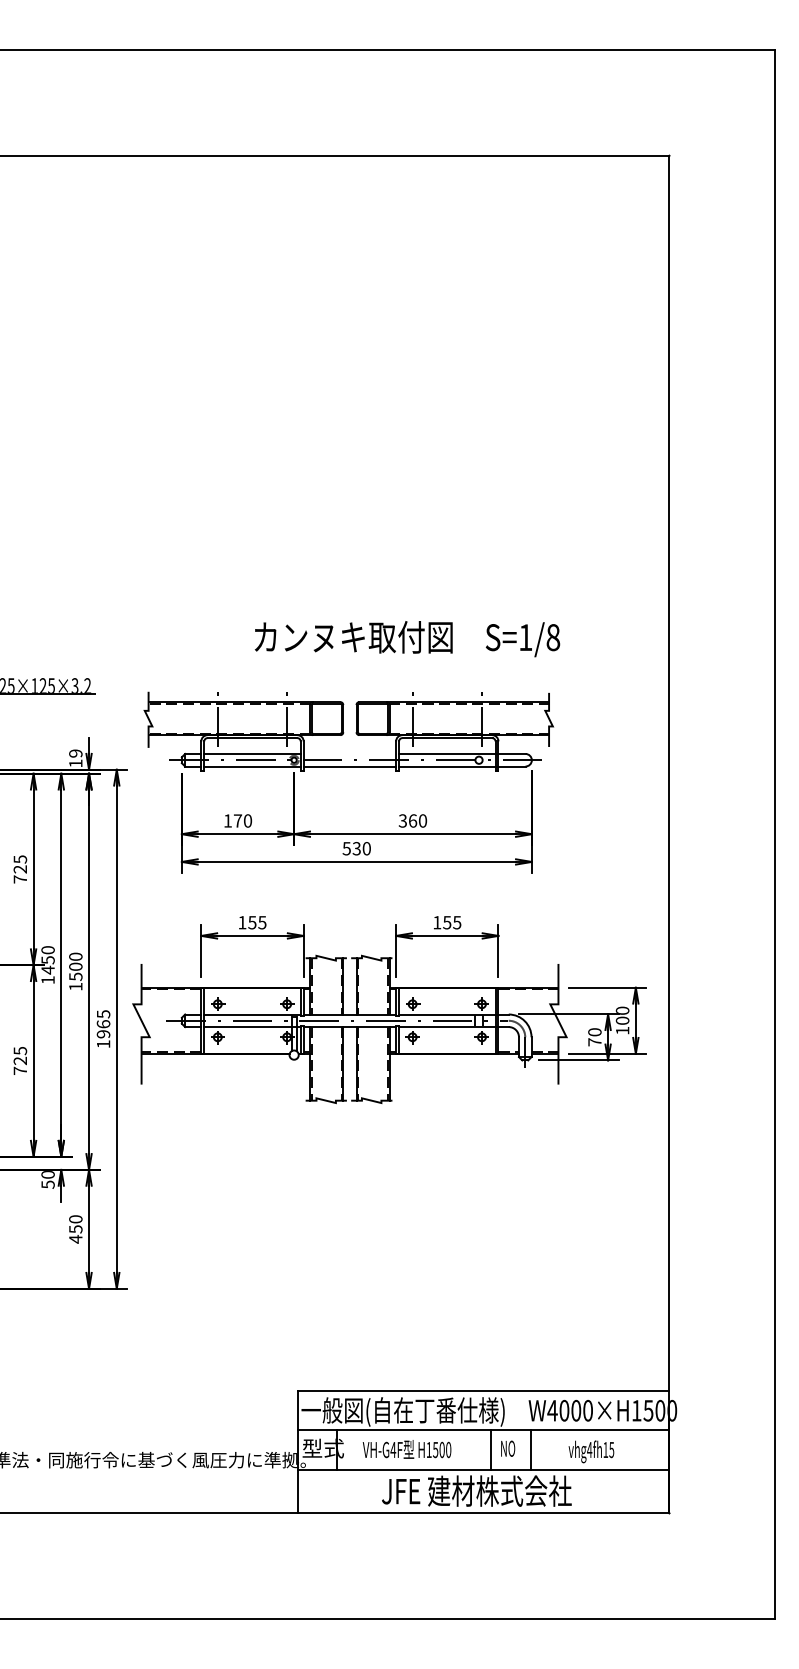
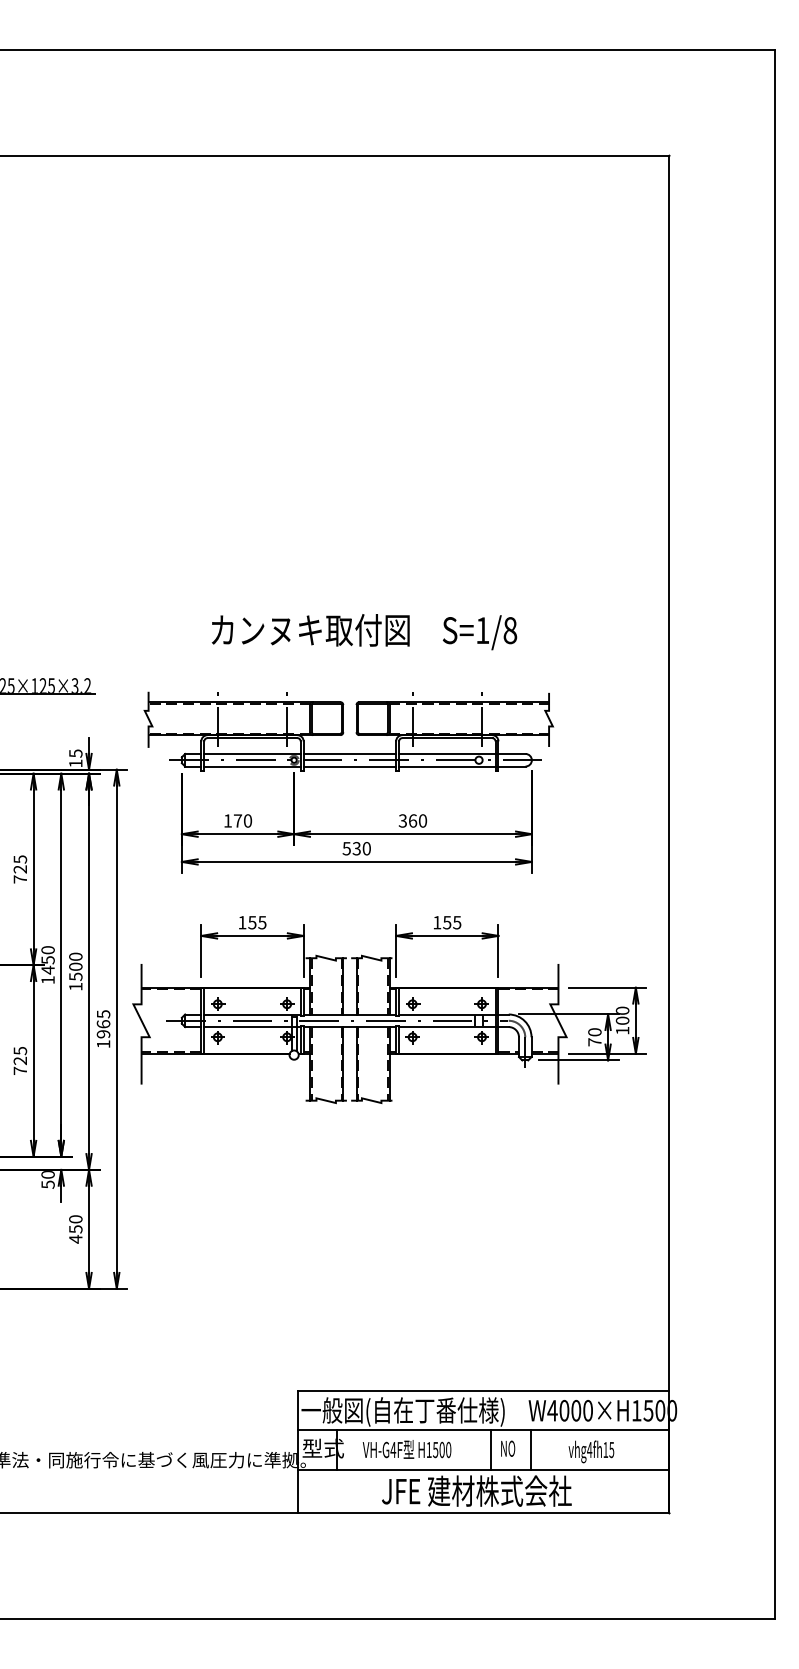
text at (407, 639) position: (407, 639) -> (364, 632)
text at (75, 753): 19 -> 15
line at (349, 753): none -> present
